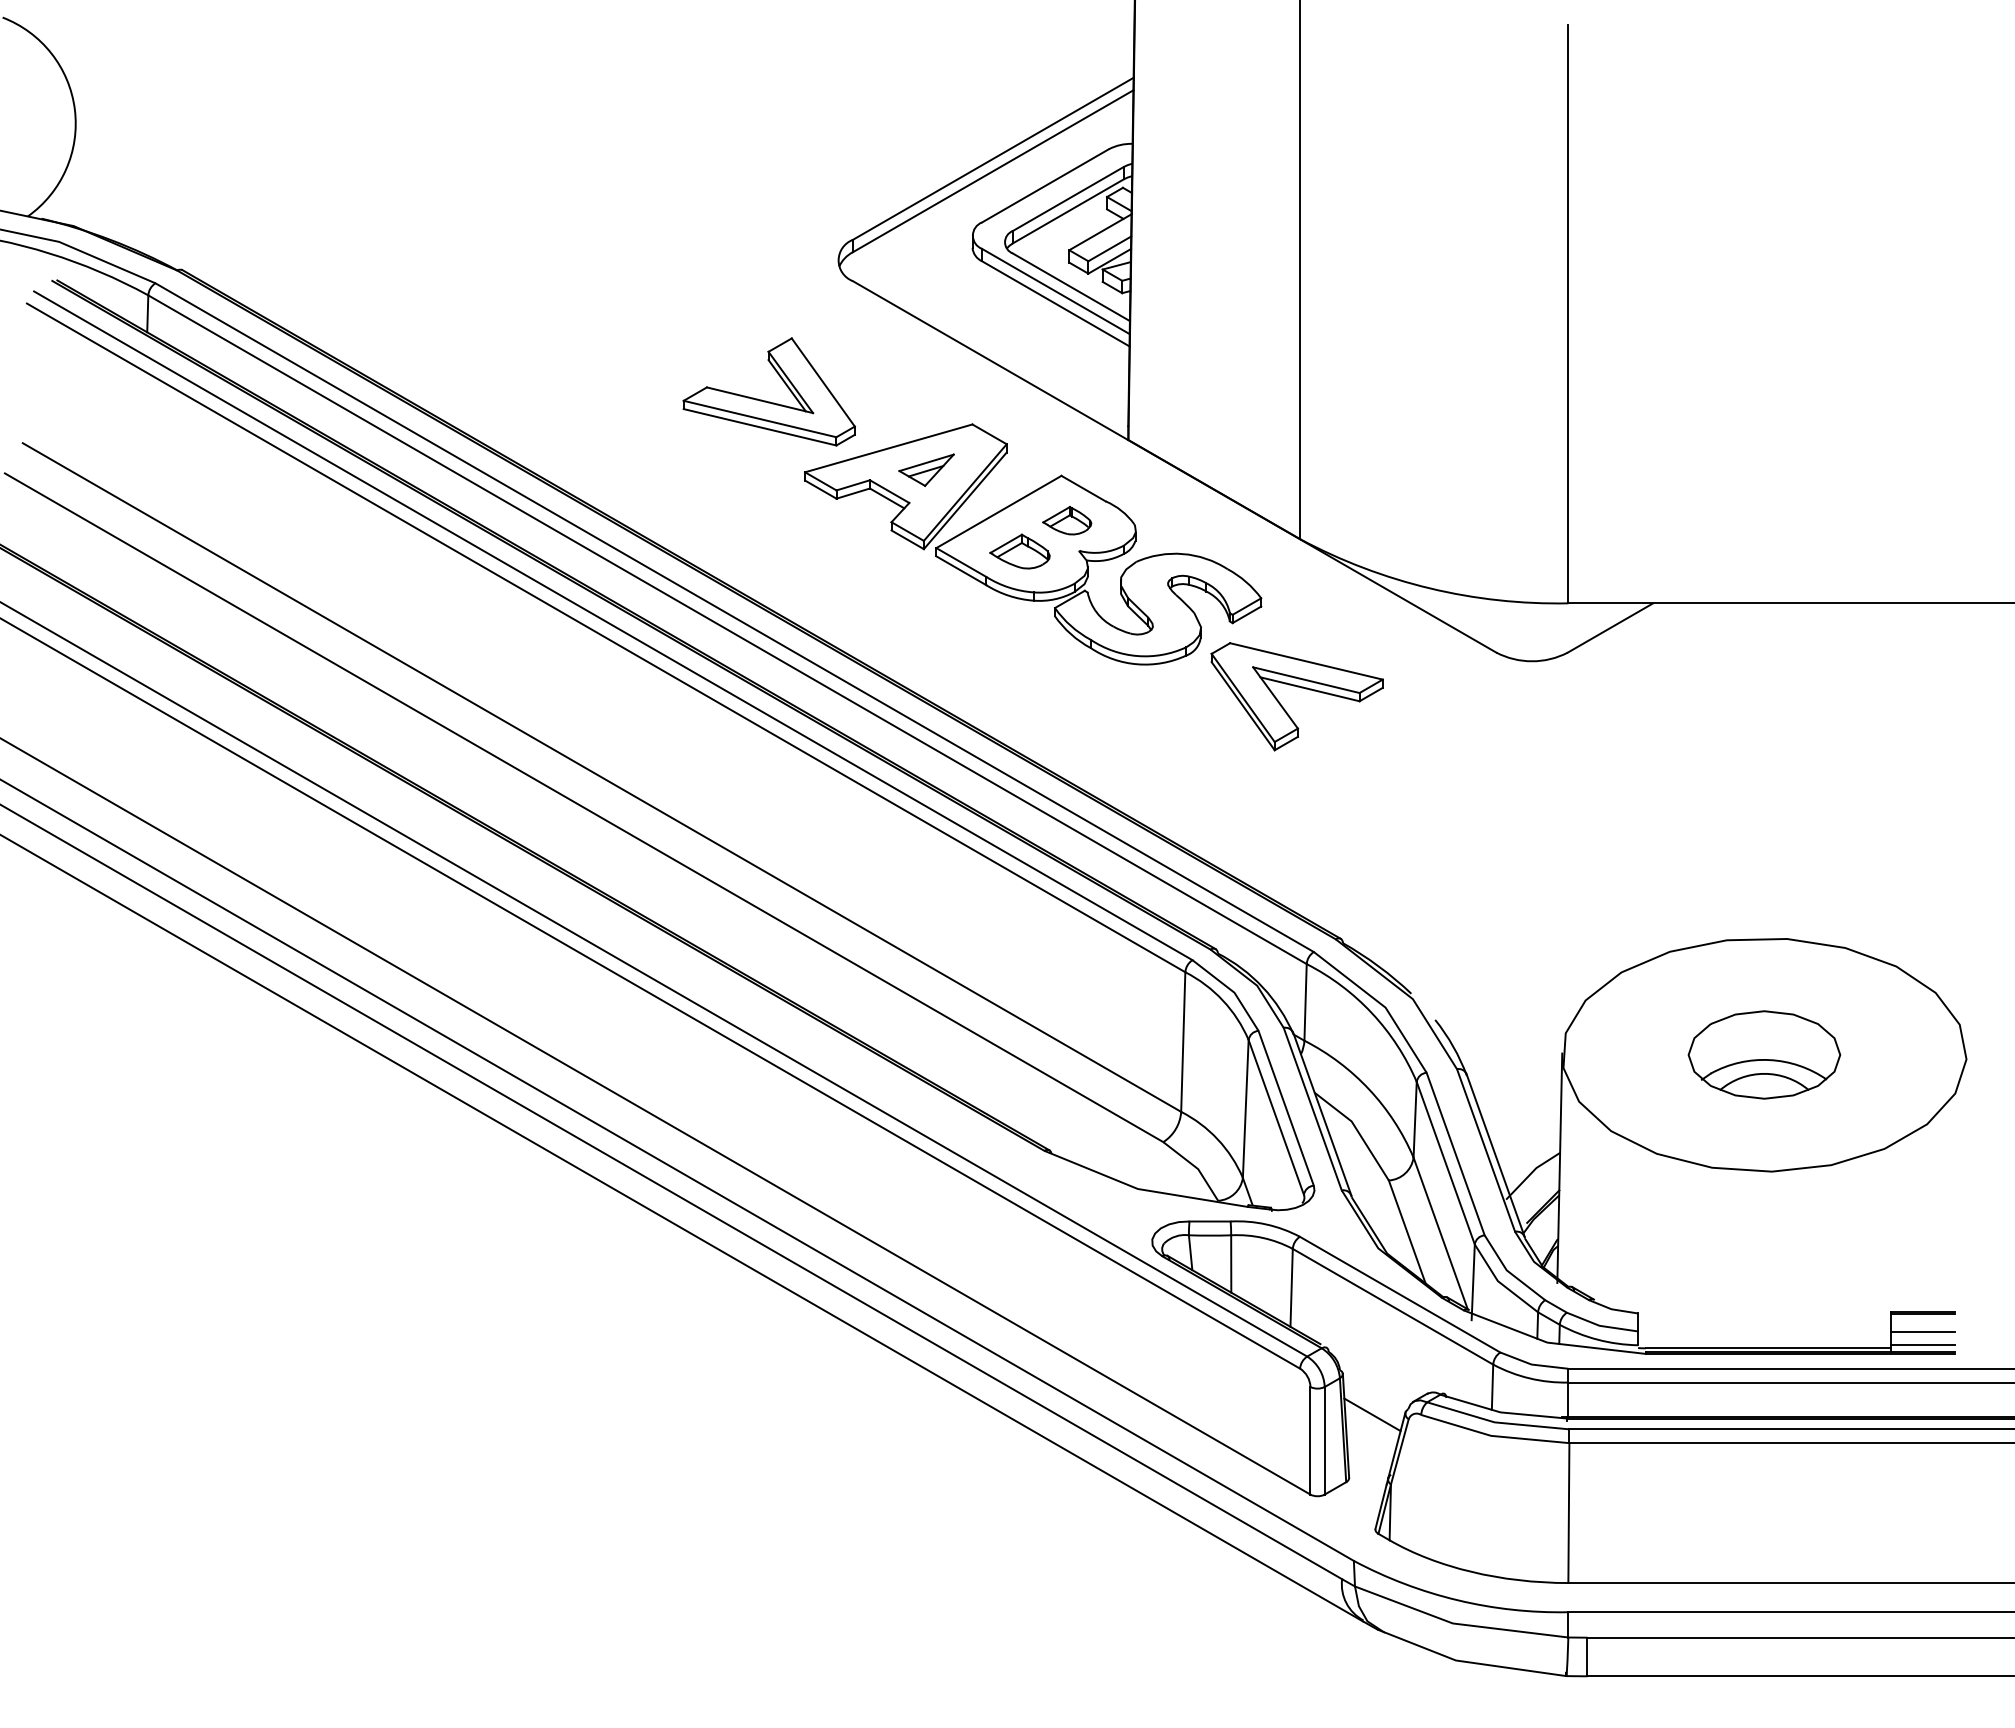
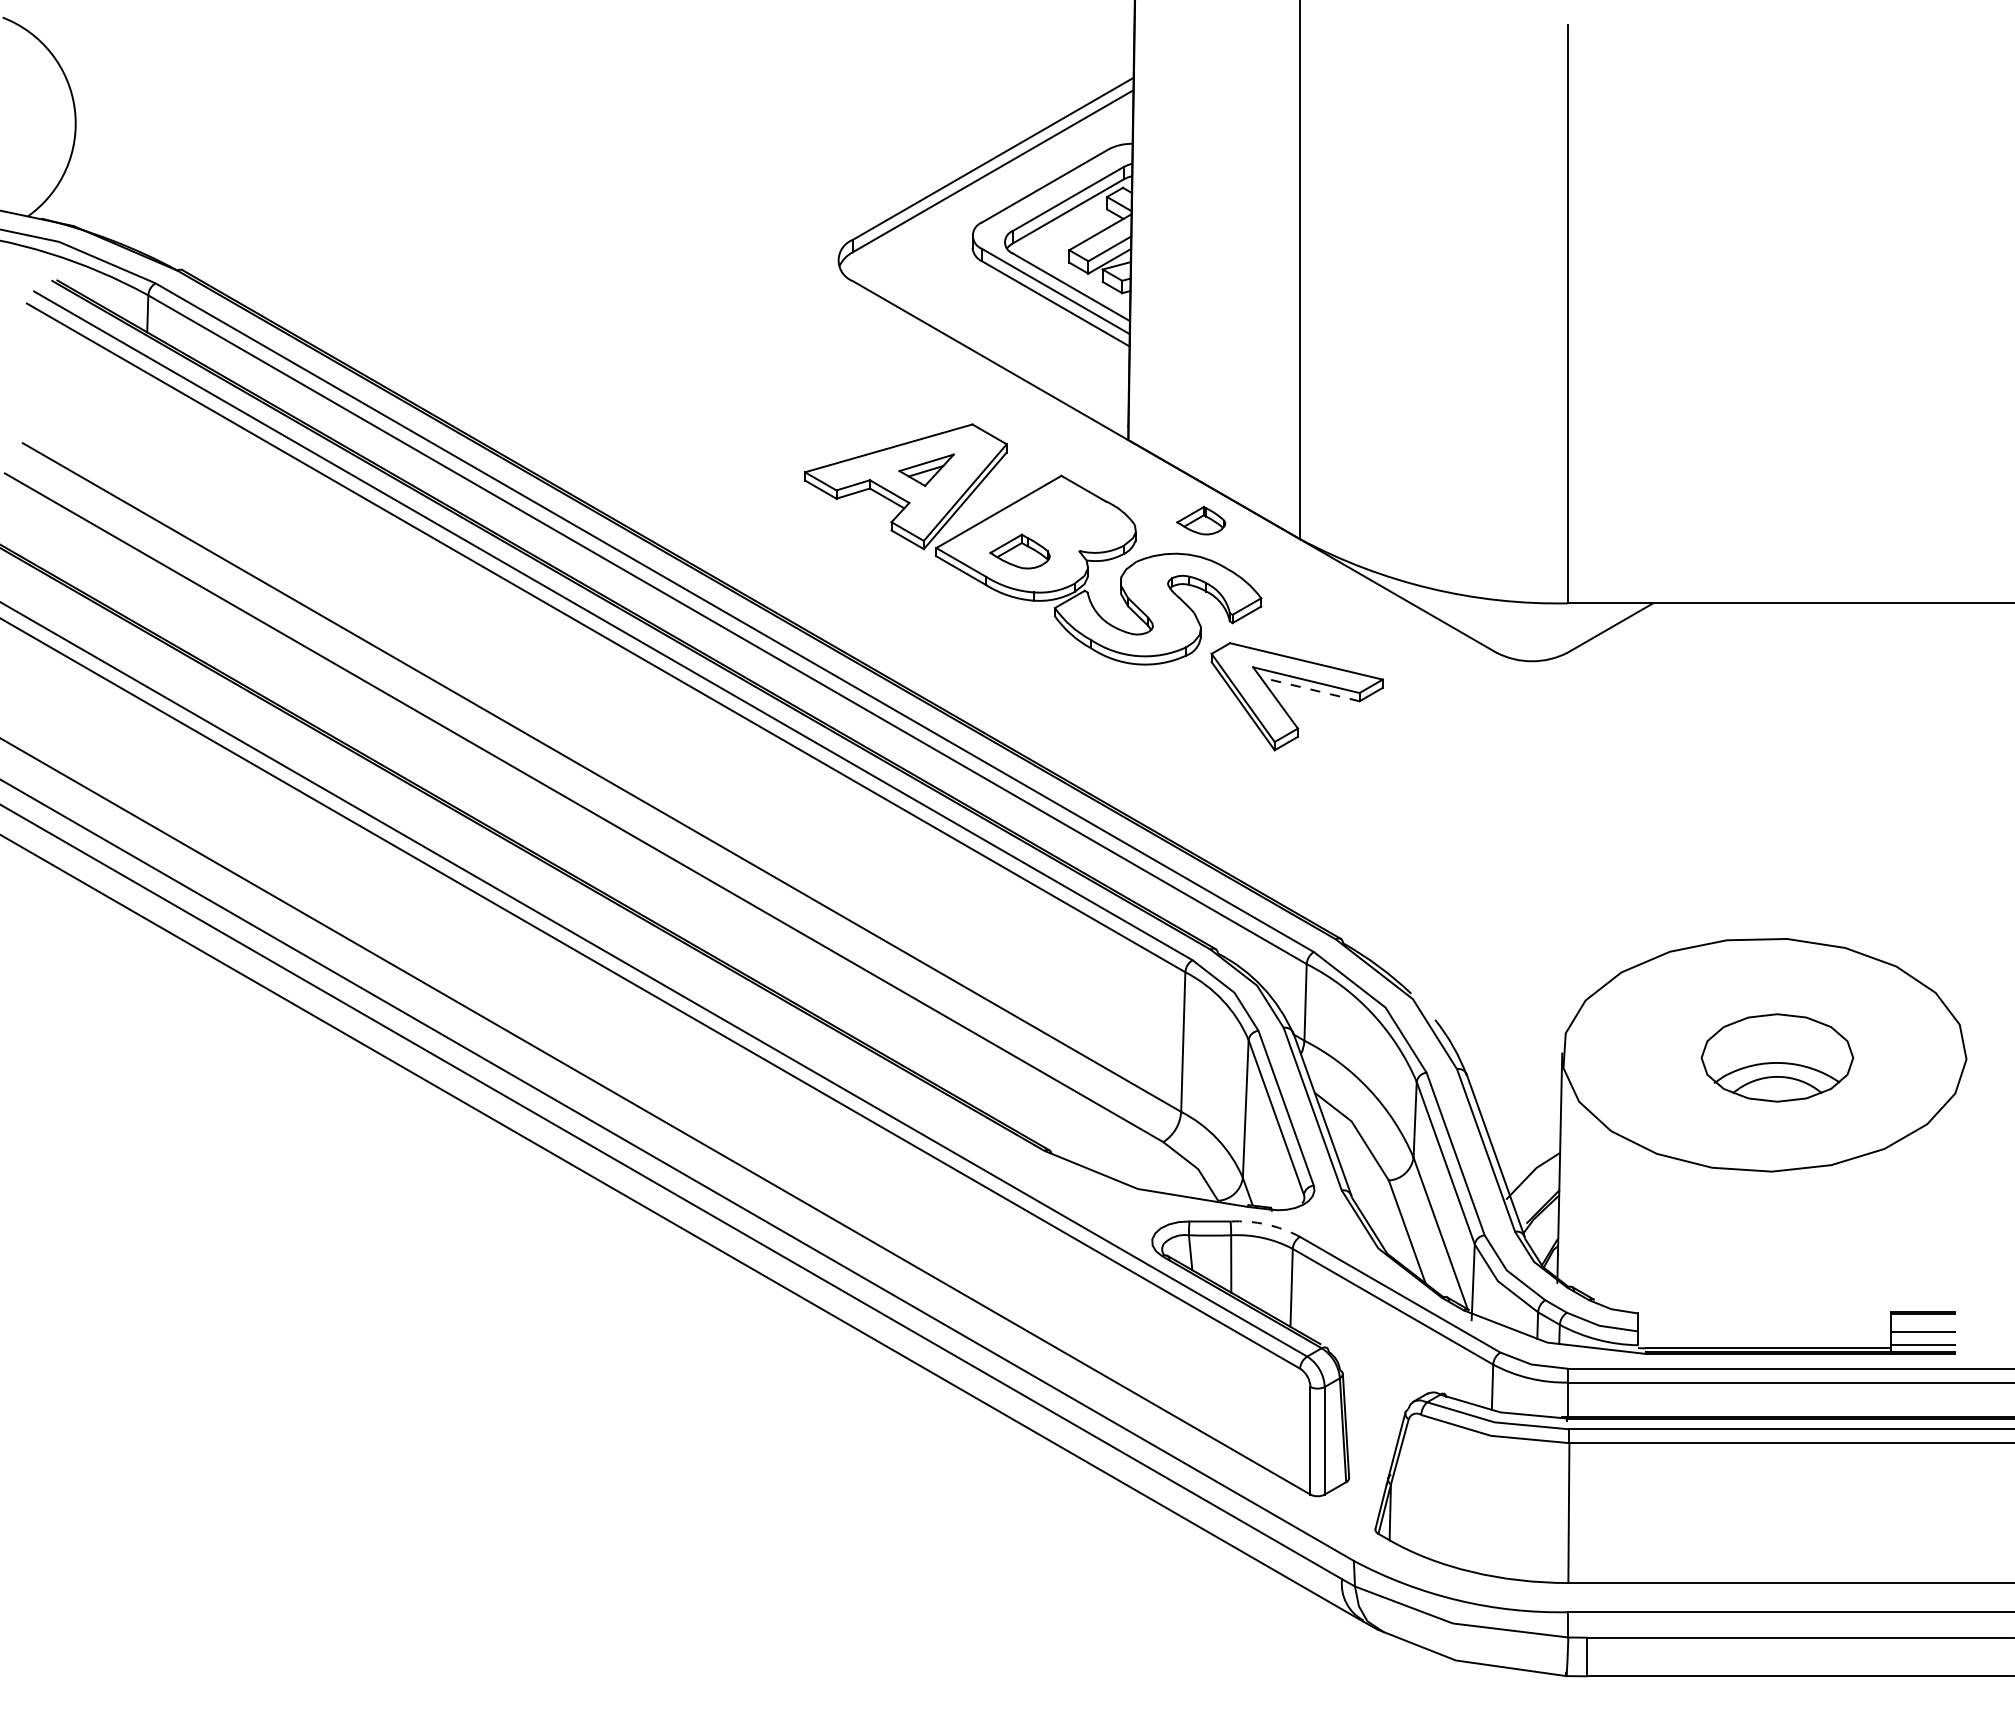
part at (766, 400): present -> none
part at (1067, 520) position: (1067, 520) -> (1201, 520)
line at (1310, 689): solid -> dashed
part at (1764, 1054) position: (1764, 1054) -> (1777, 1057)
arc at (1266, 1224): solid -> dashed
line at (1372, 1414): present -> none
